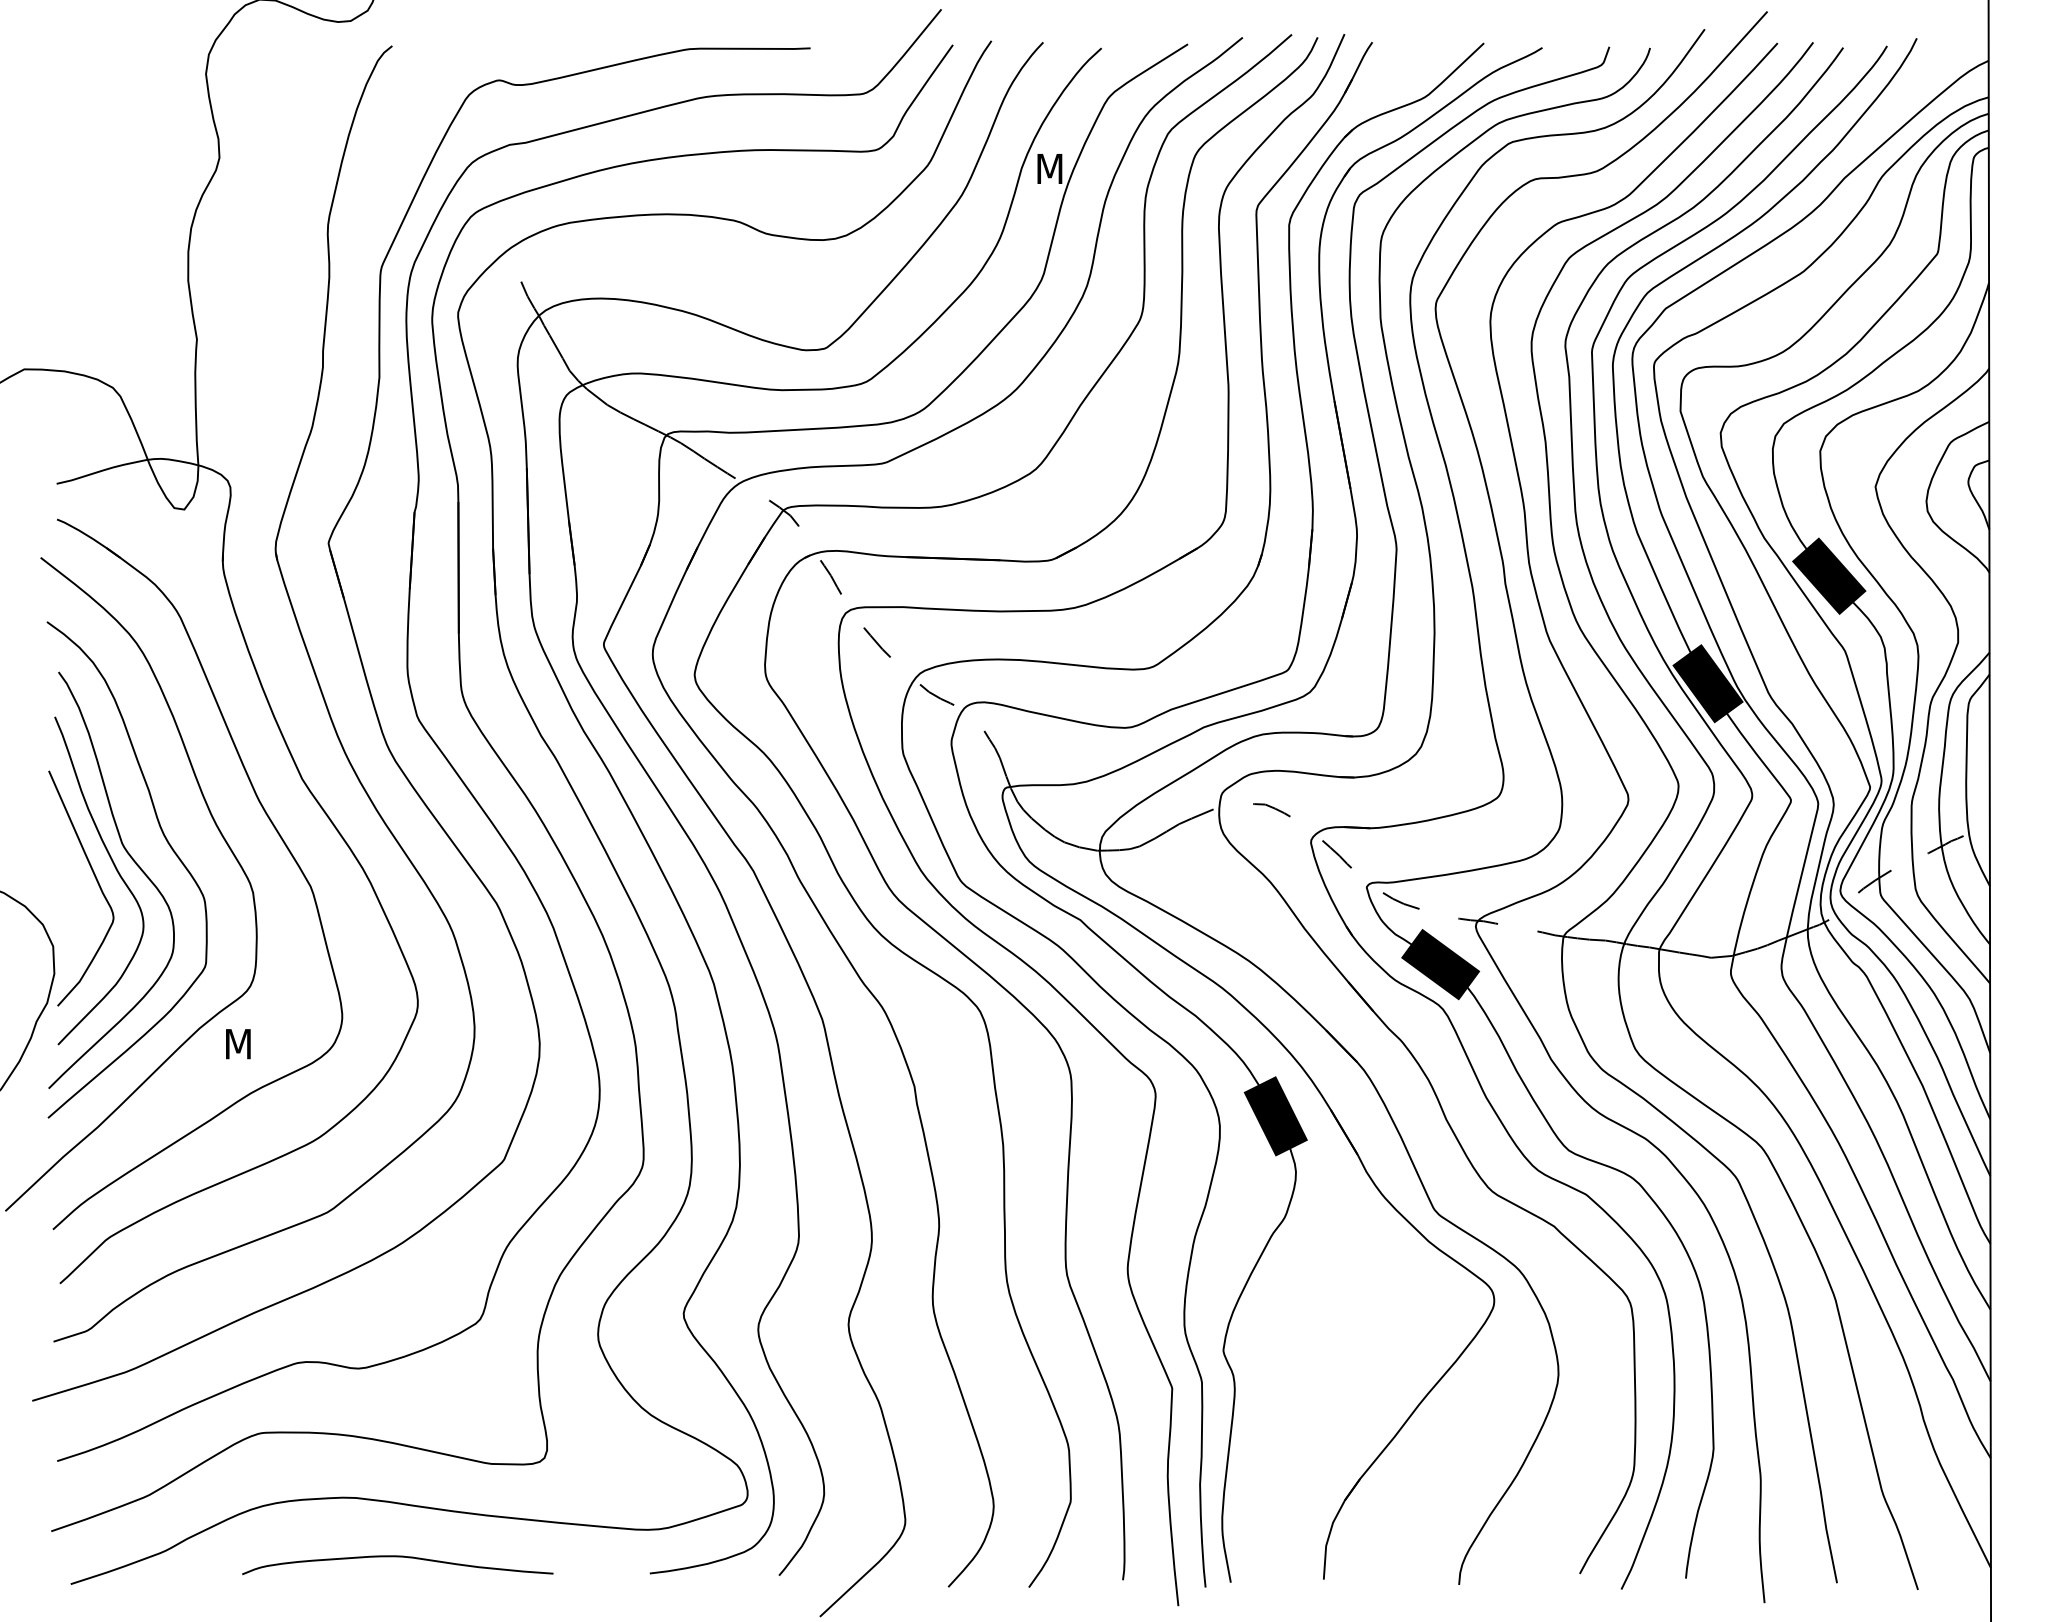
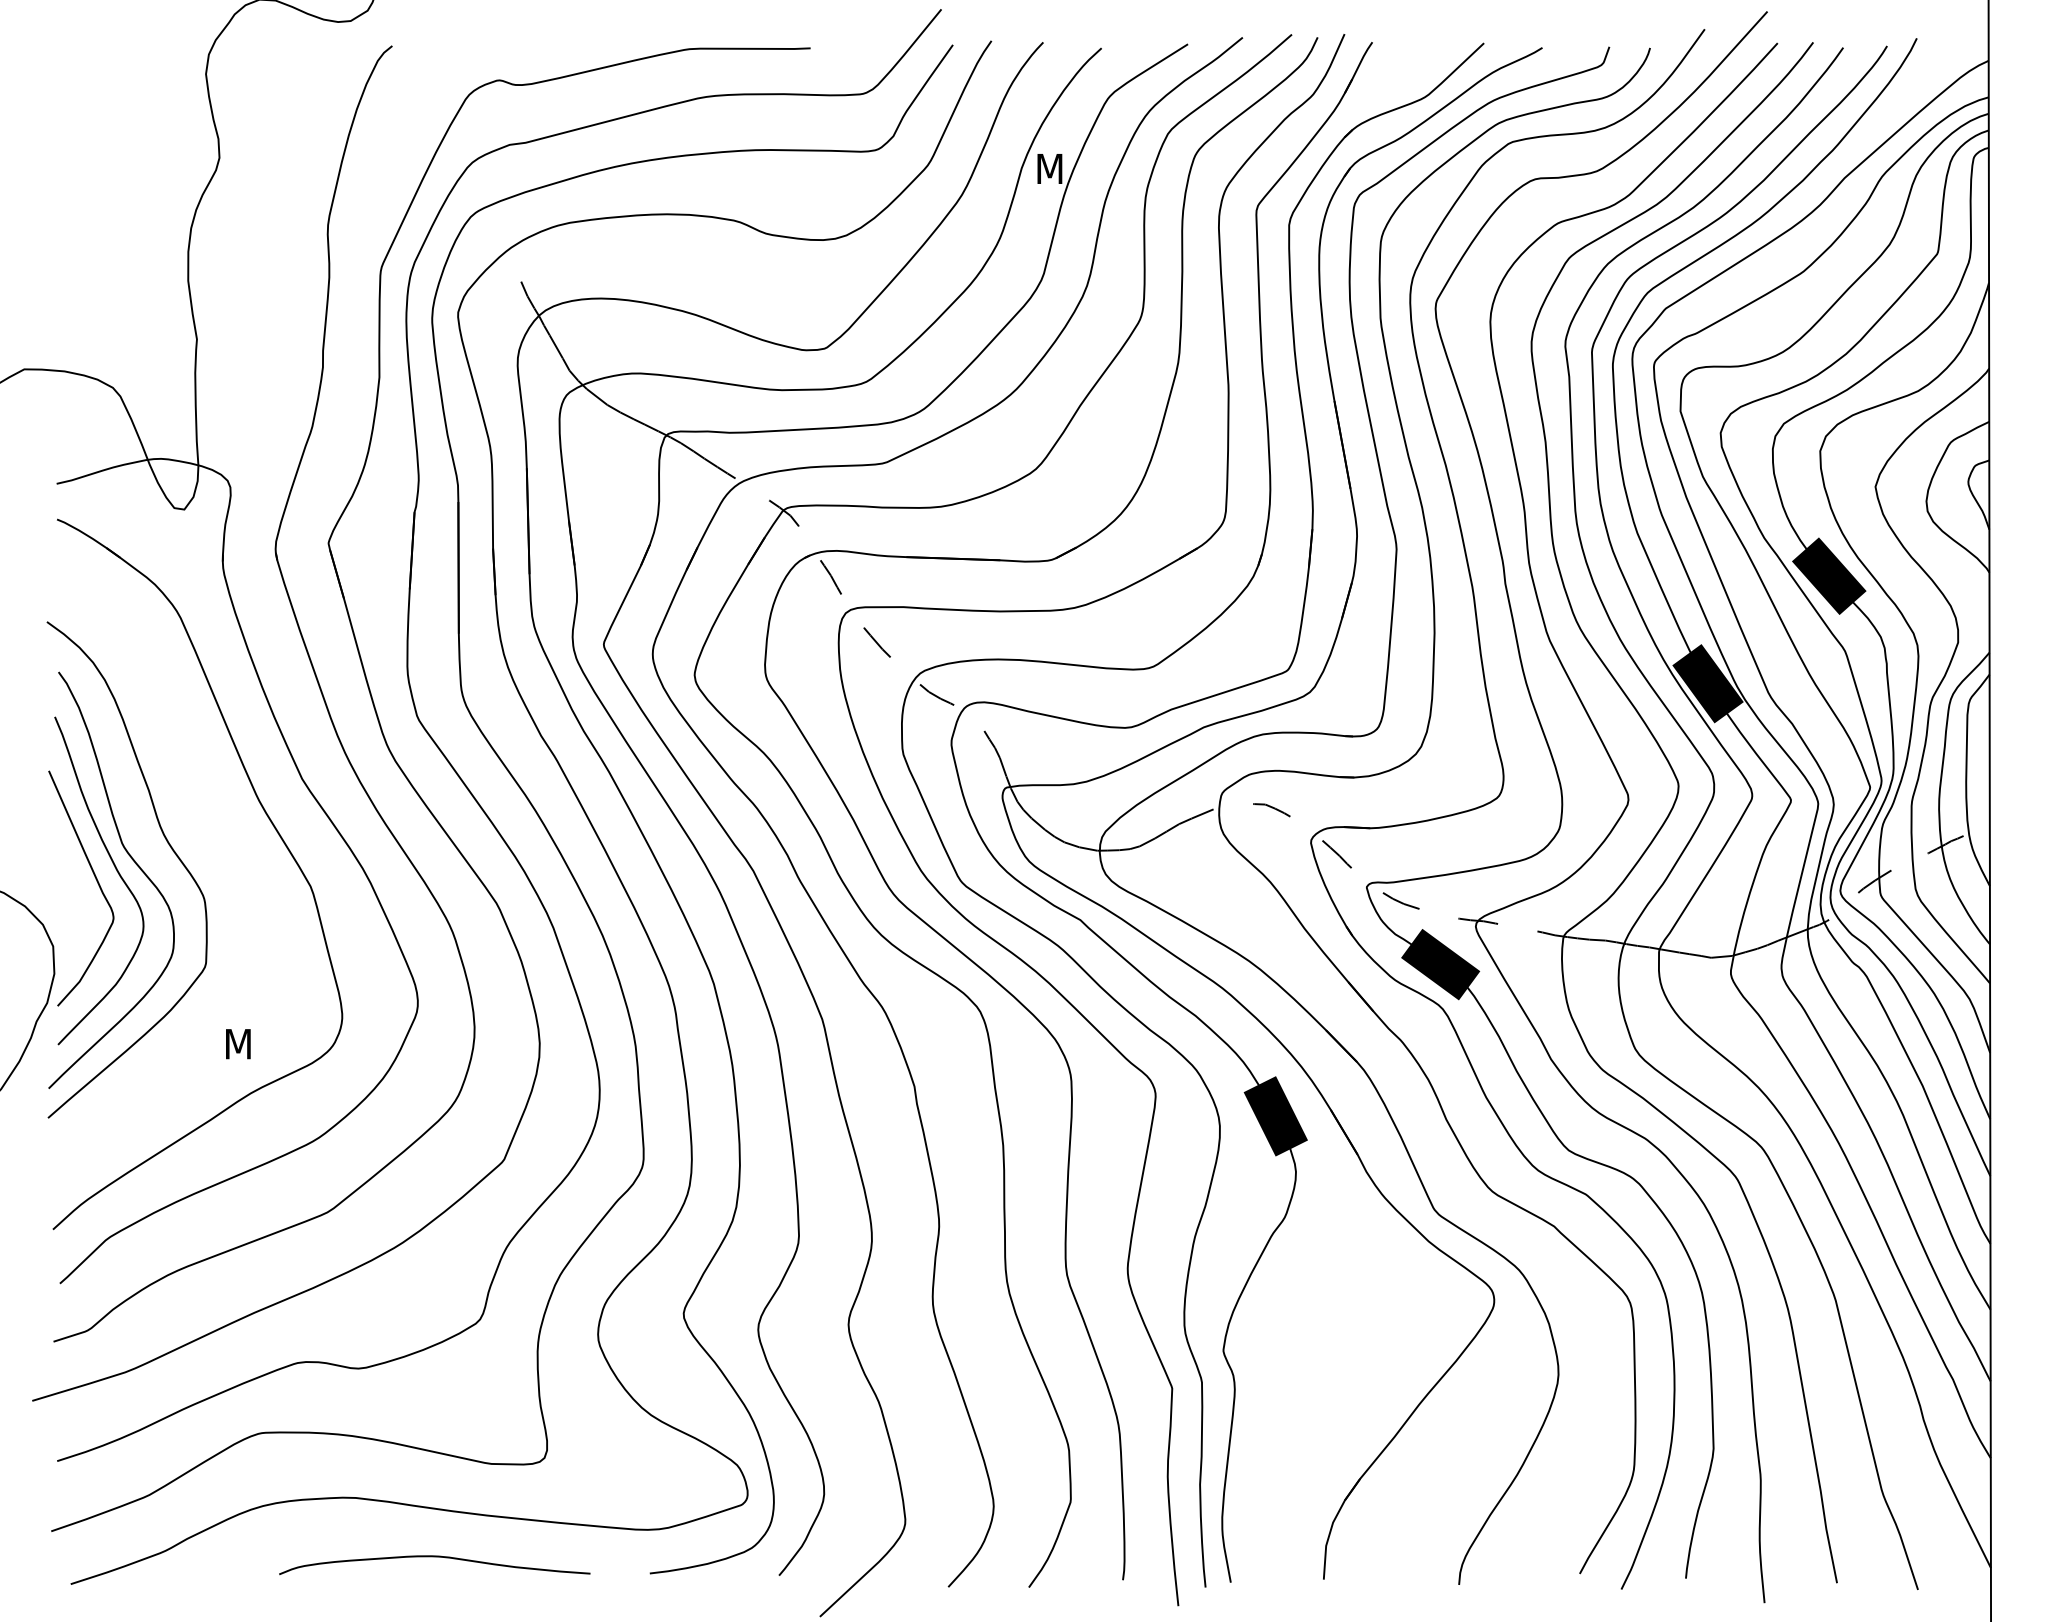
curve at (221, 836): present -> none
curve at (397, 1557) position: (397, 1557) -> (434, 1557)
